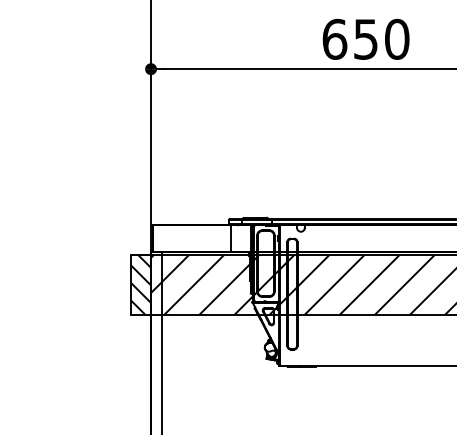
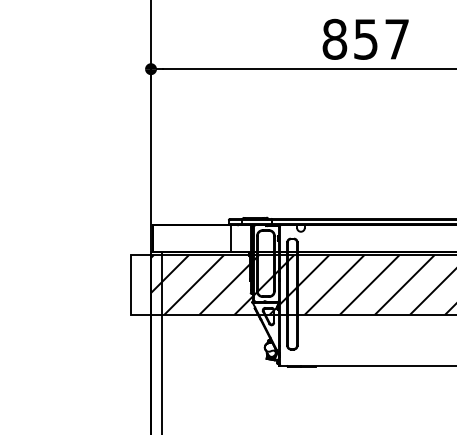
text at (365, 38): 650 -> 857
hatch at (141, 284): present -> none
